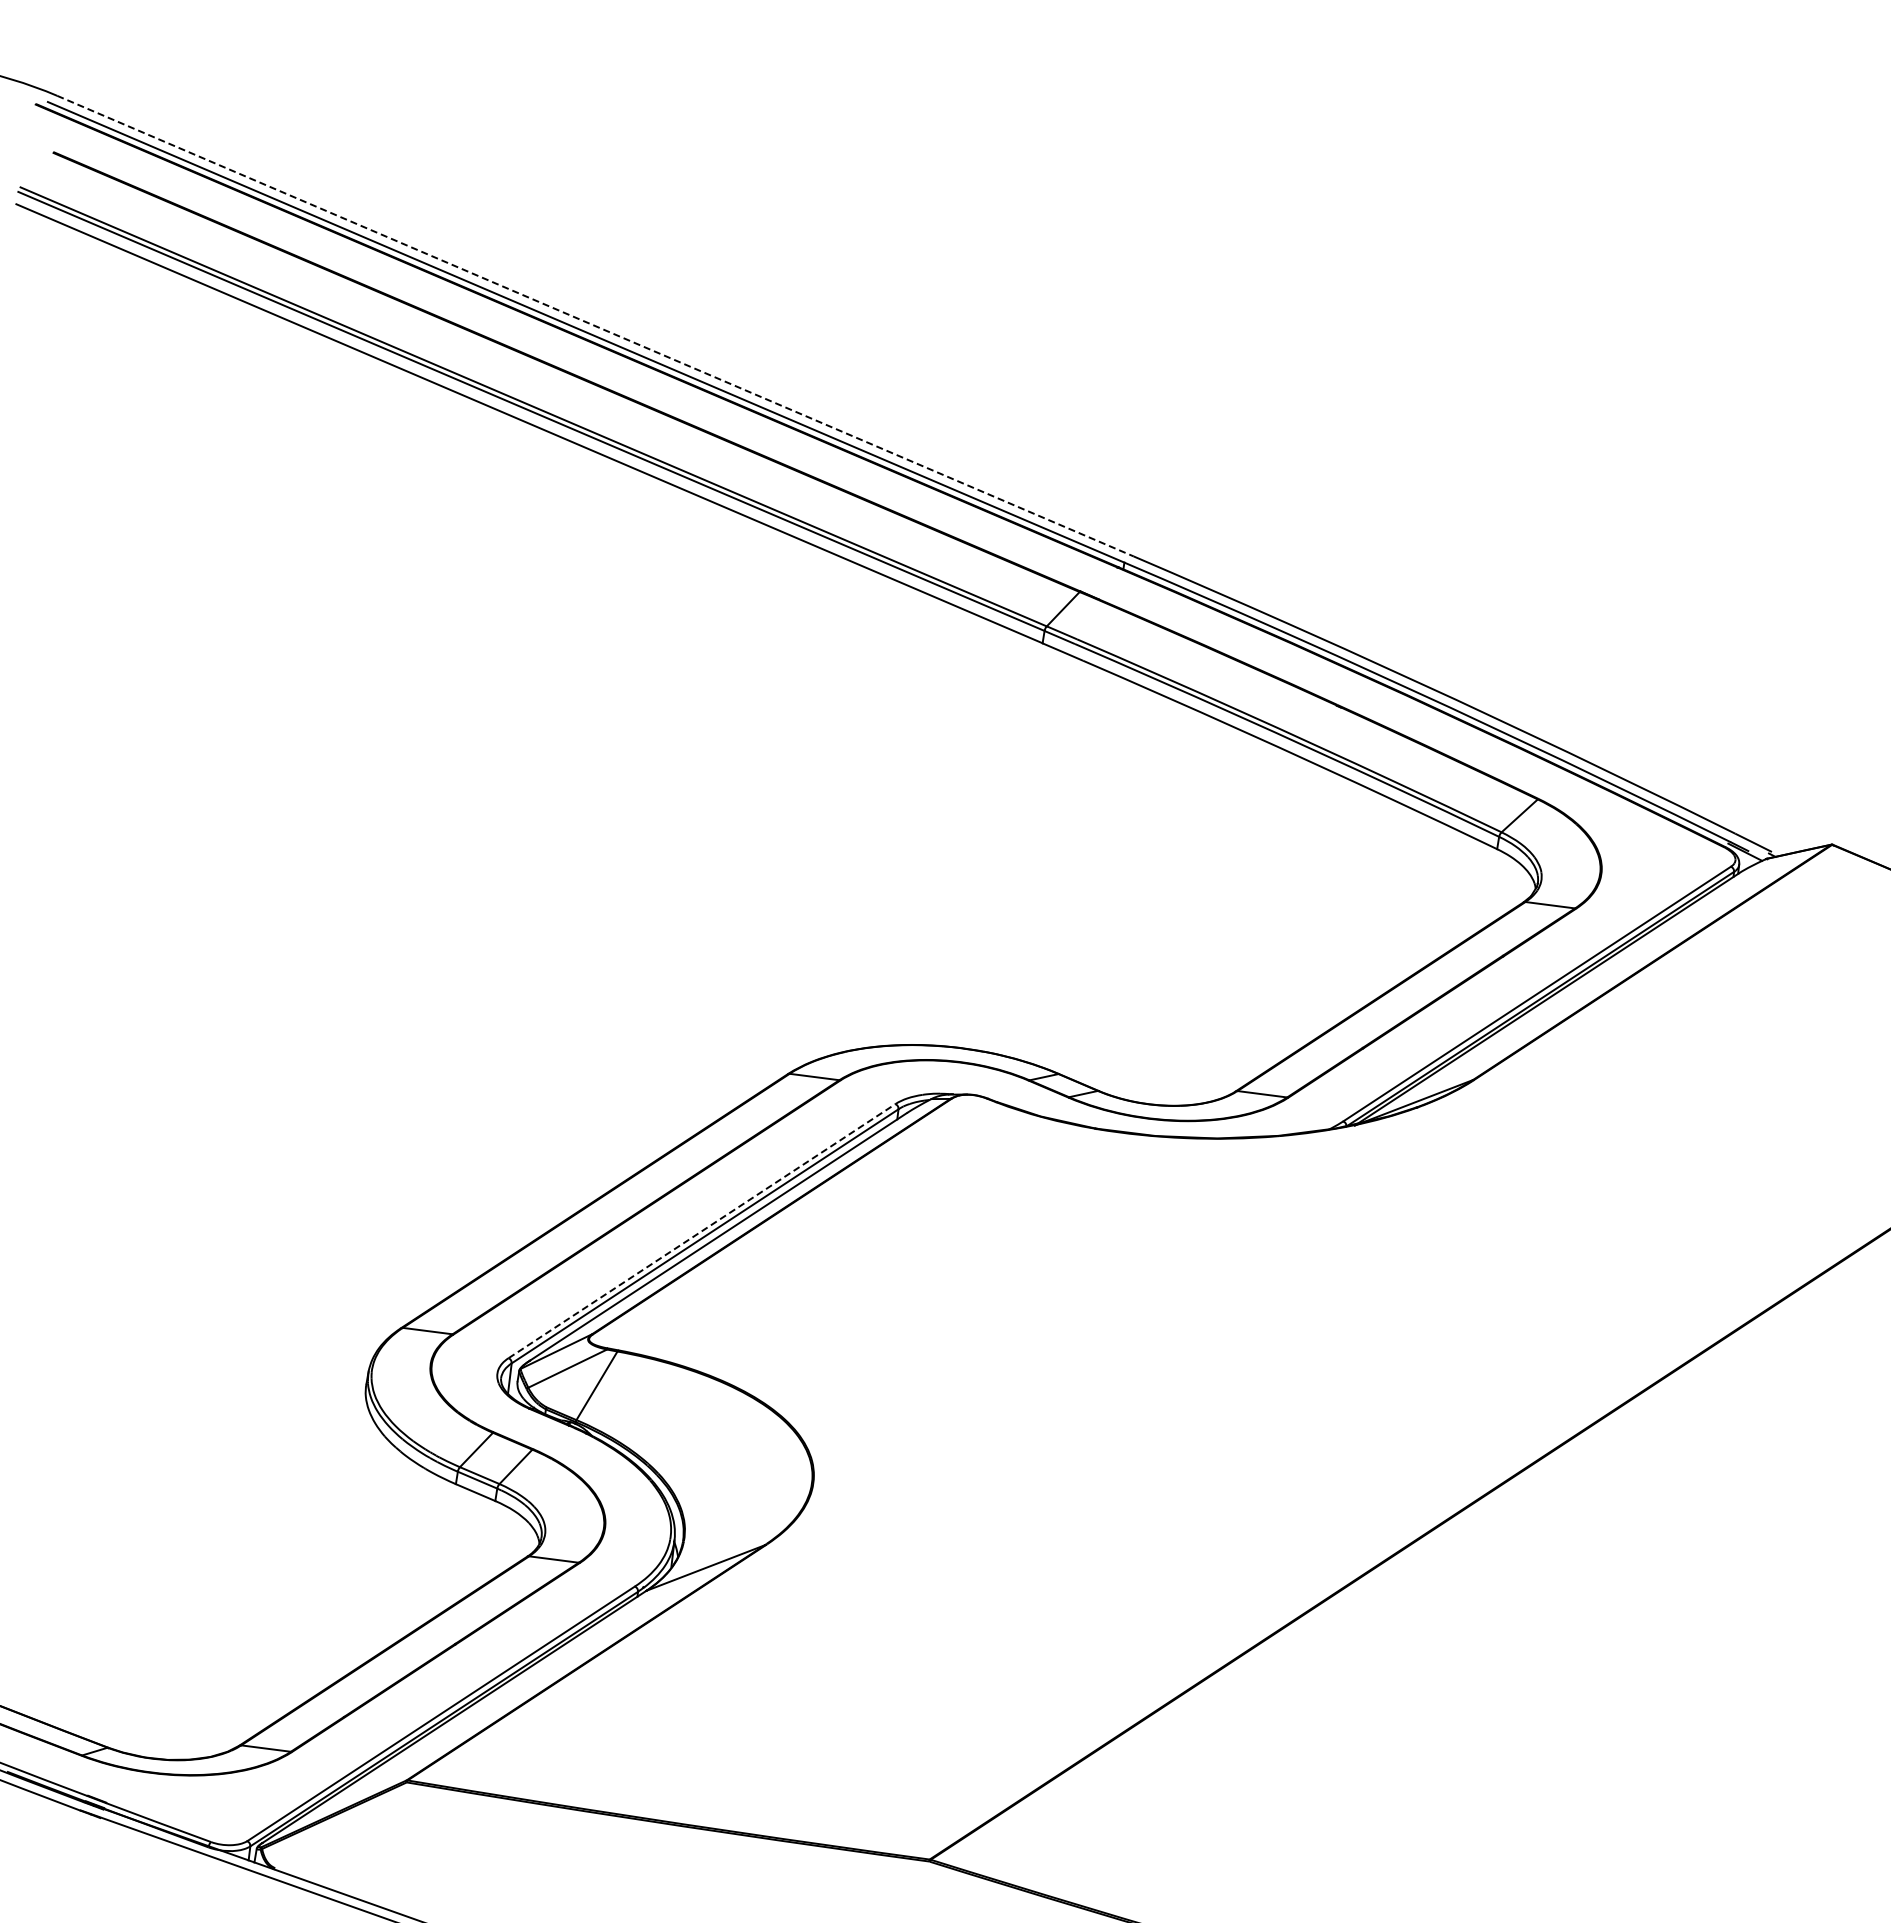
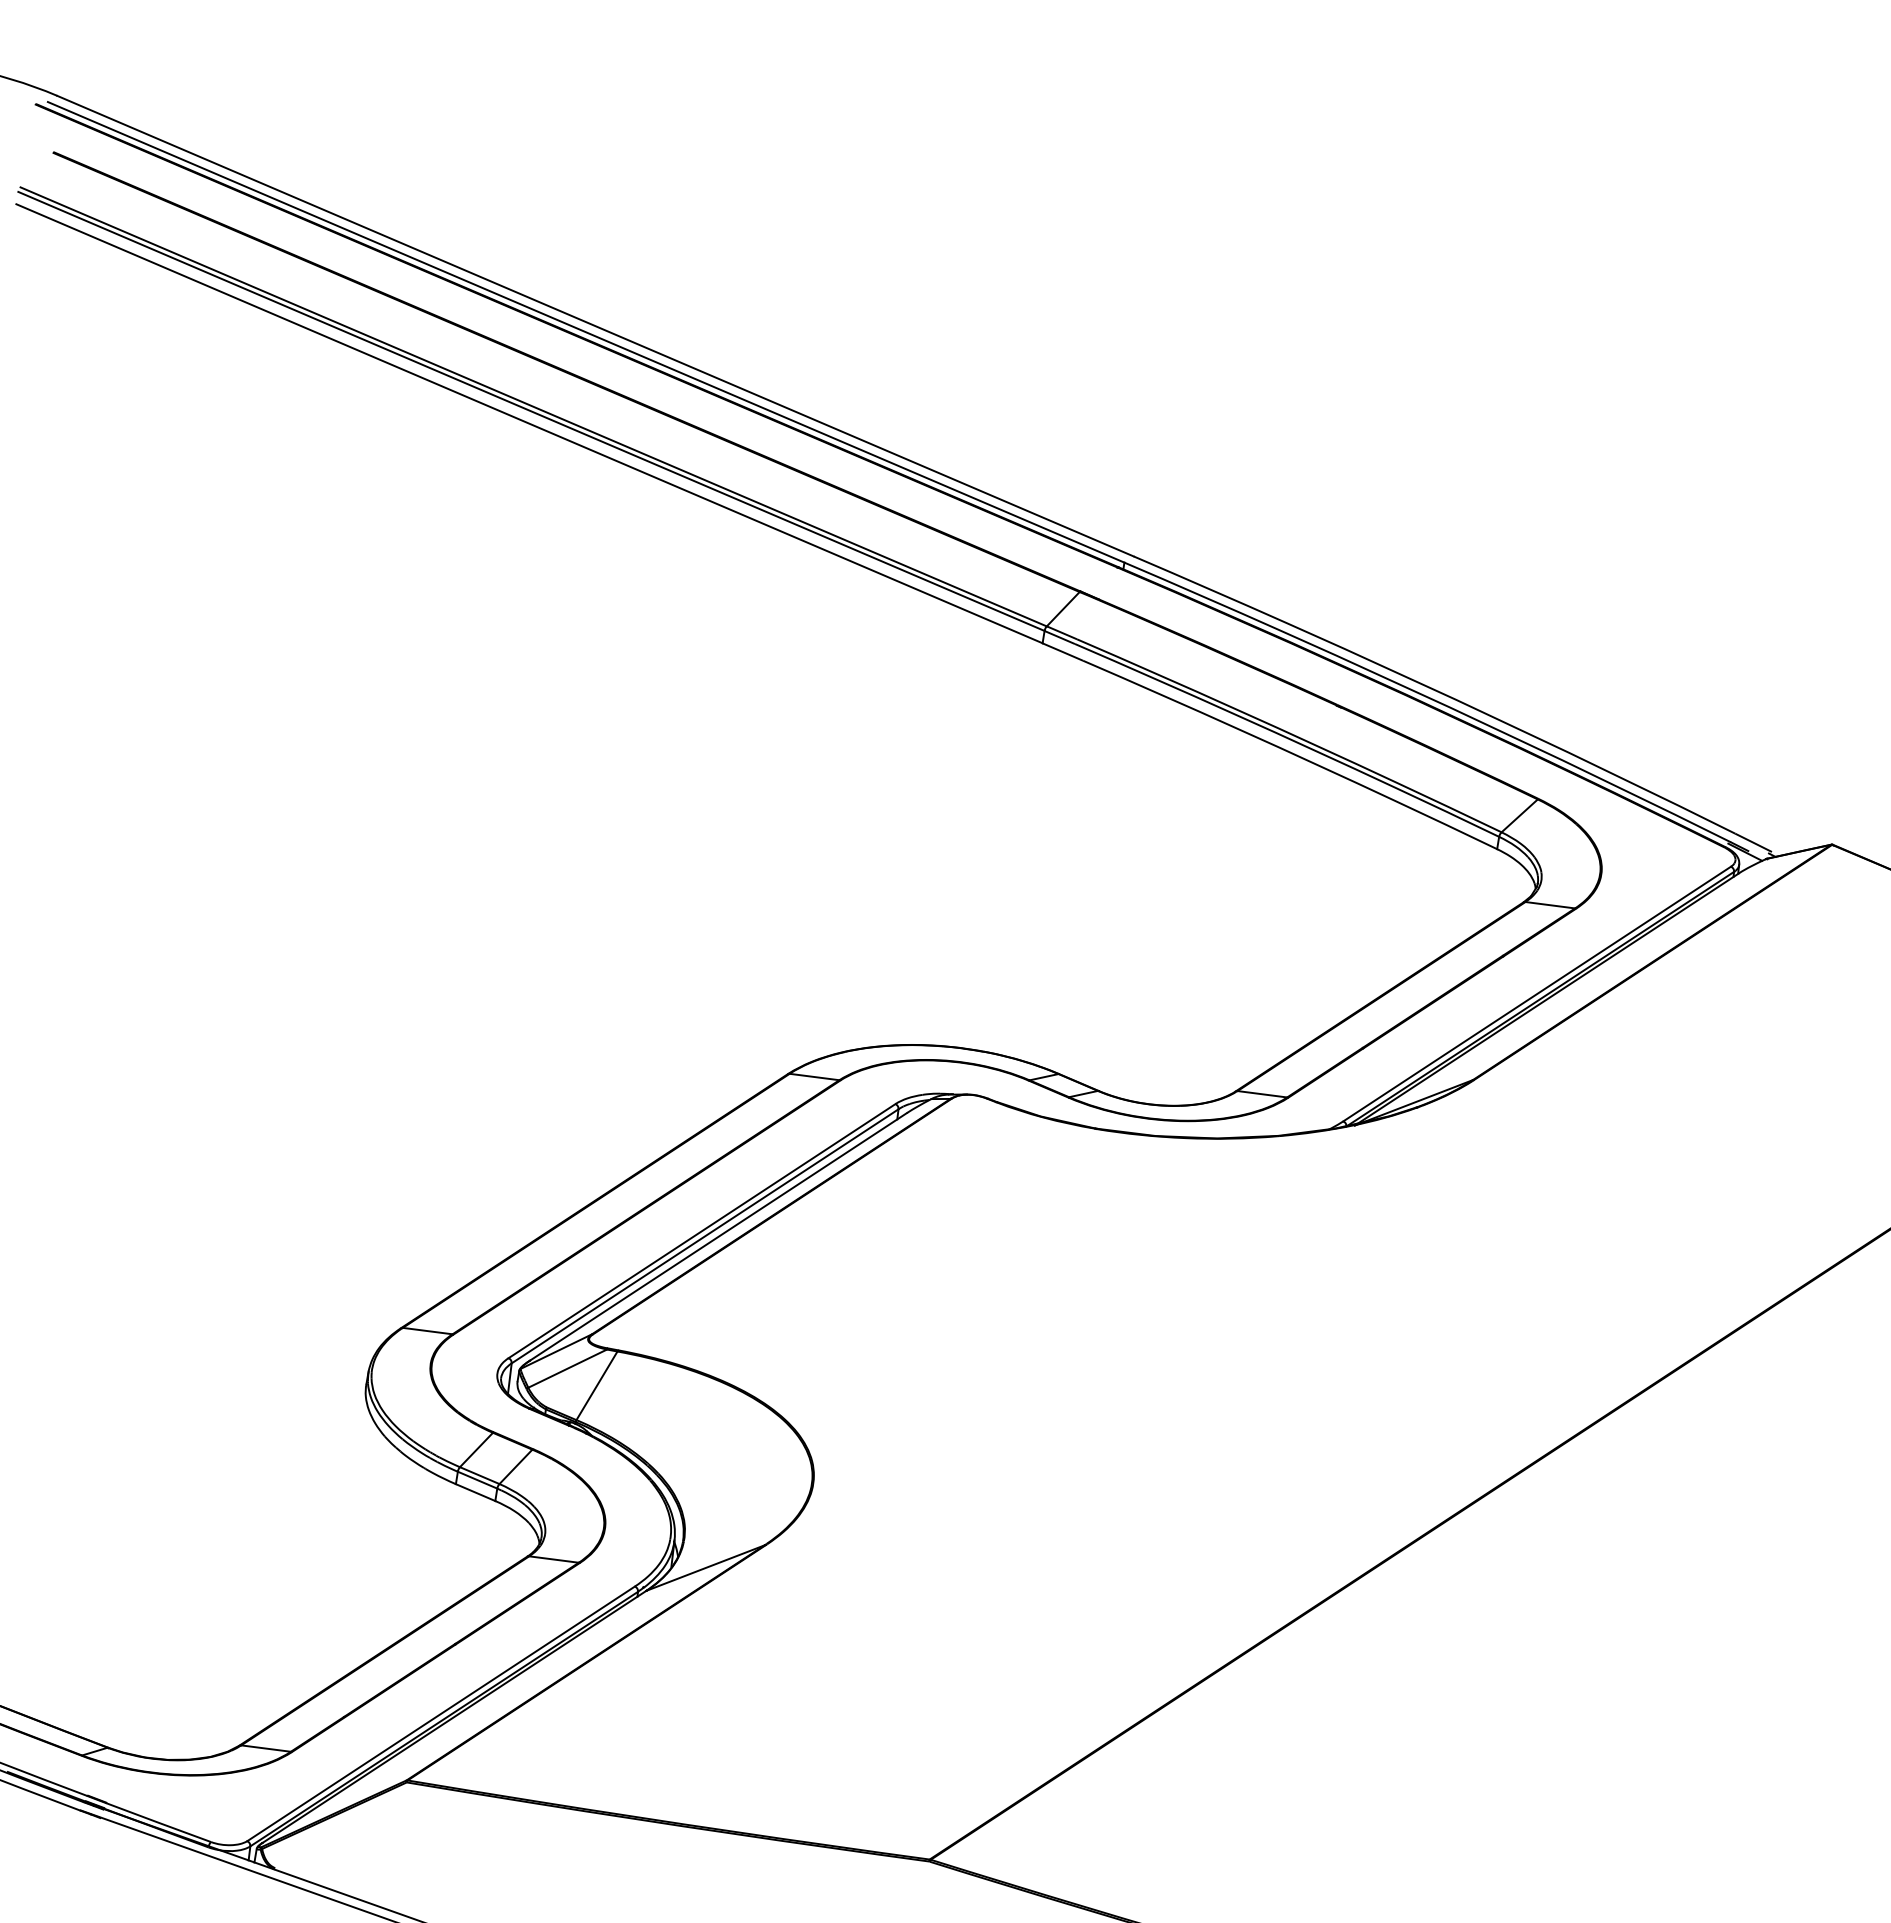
line at (595, 326): dashed -> solid
line at (702, 1230): dashed -> solid
